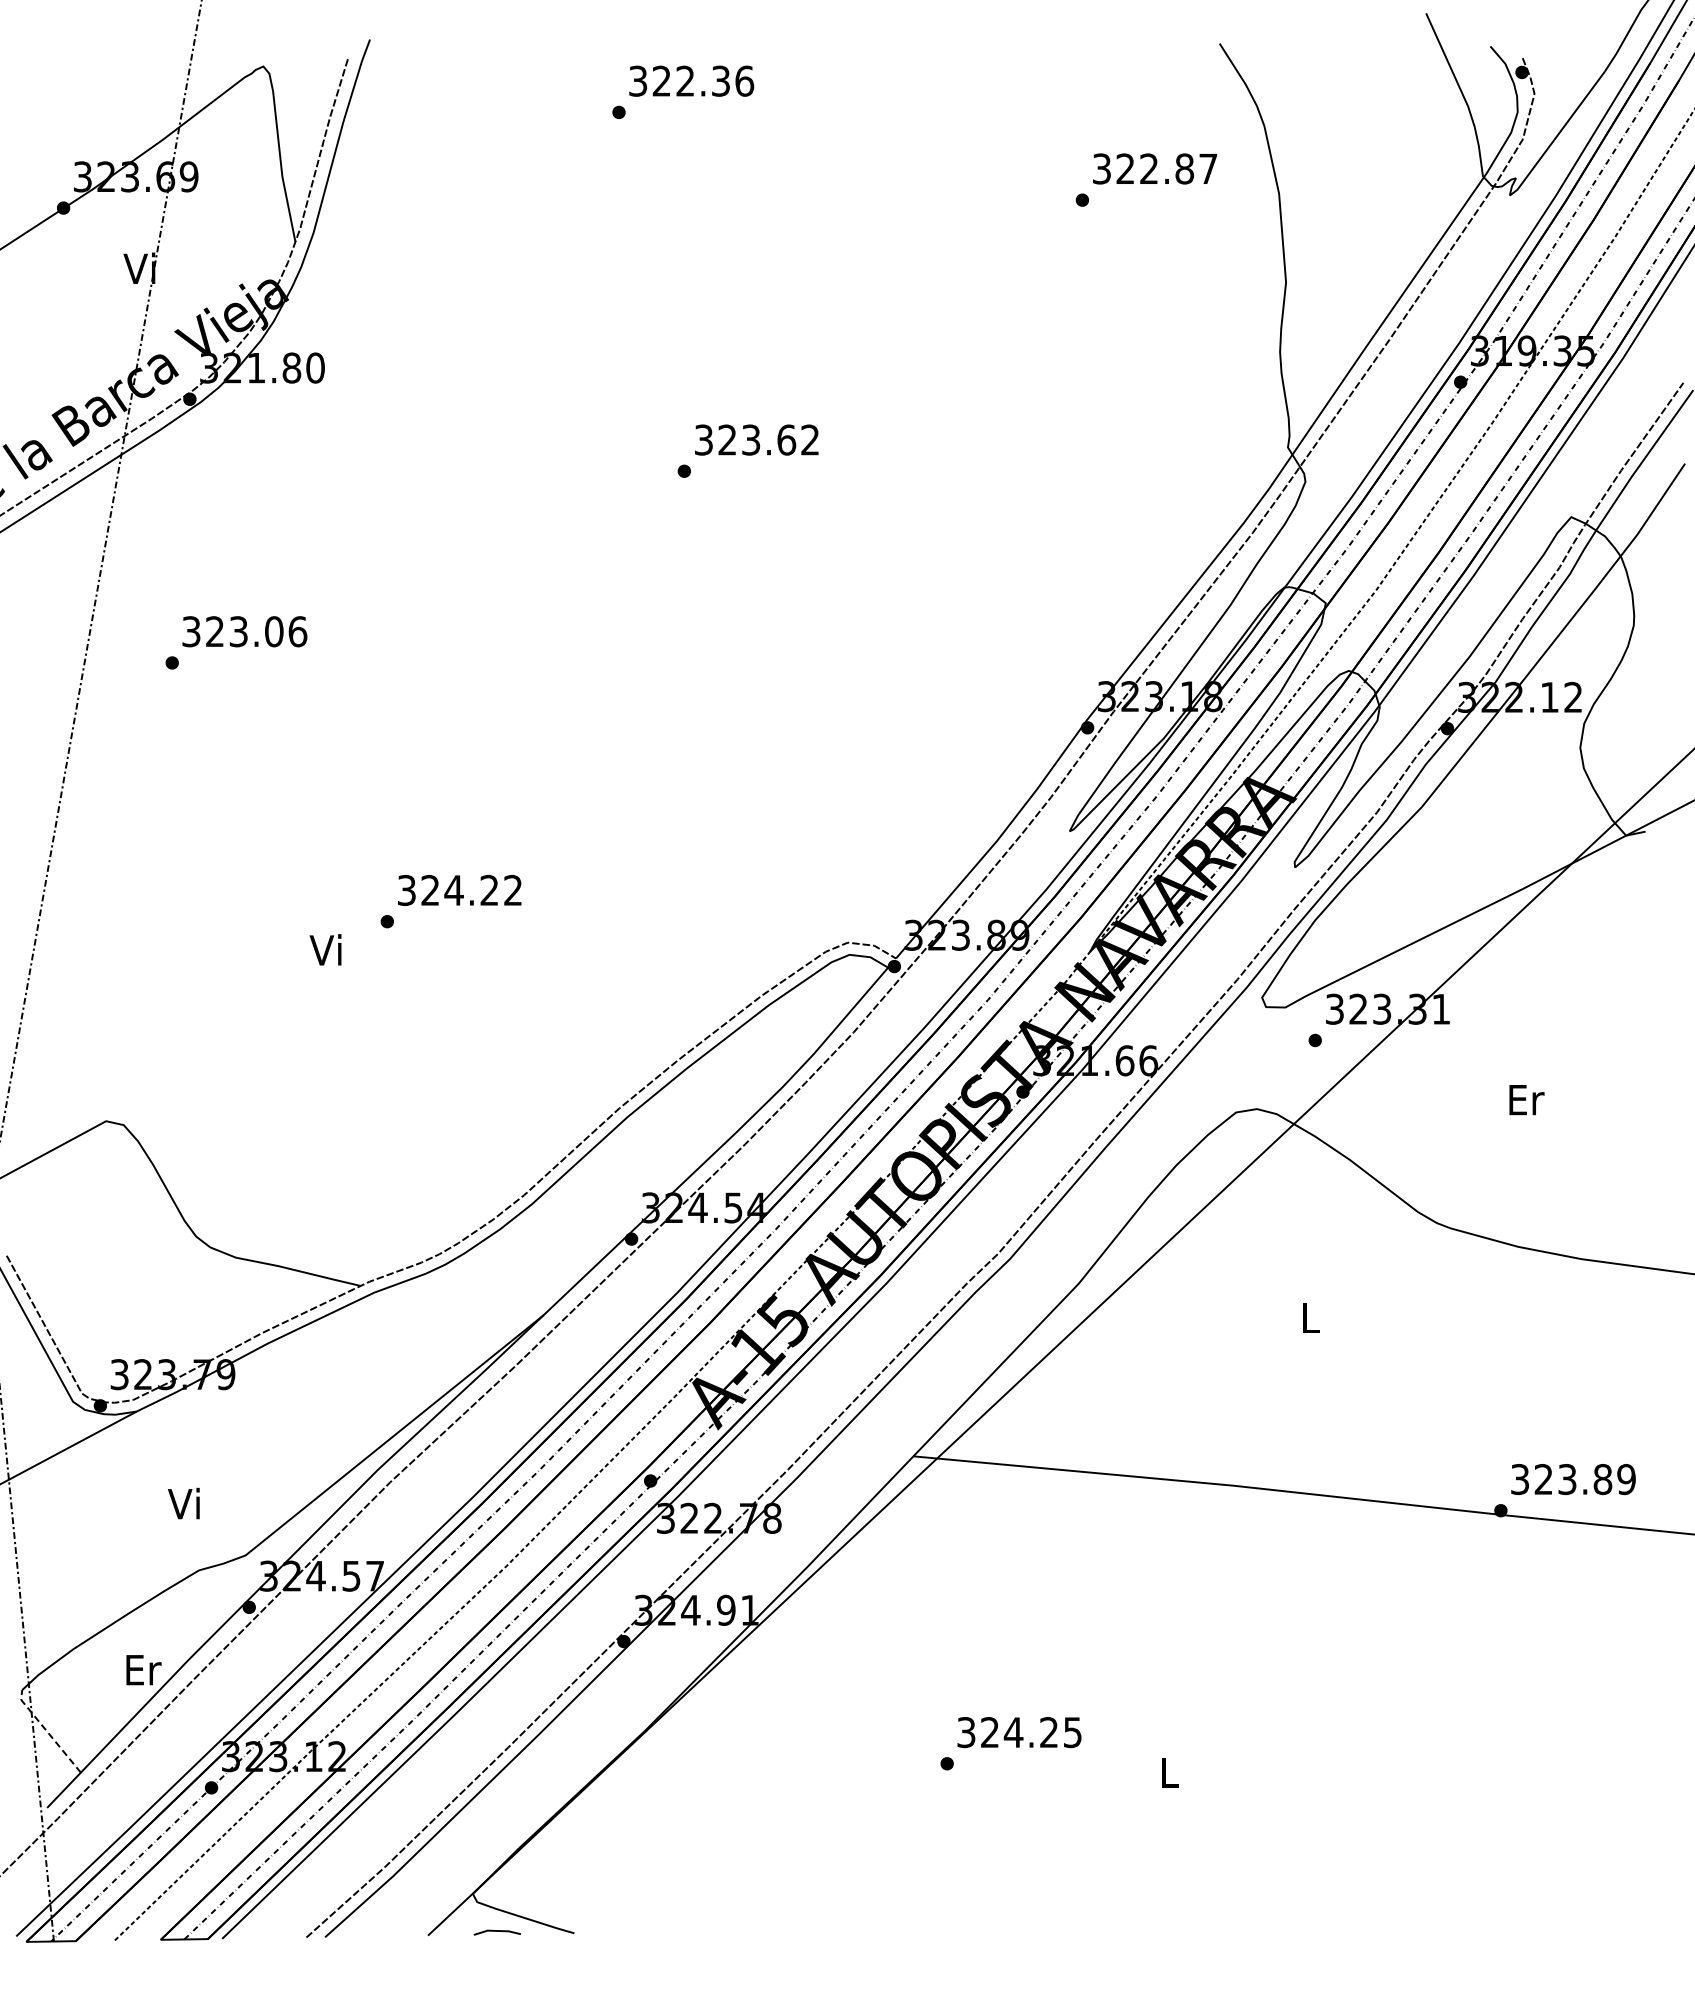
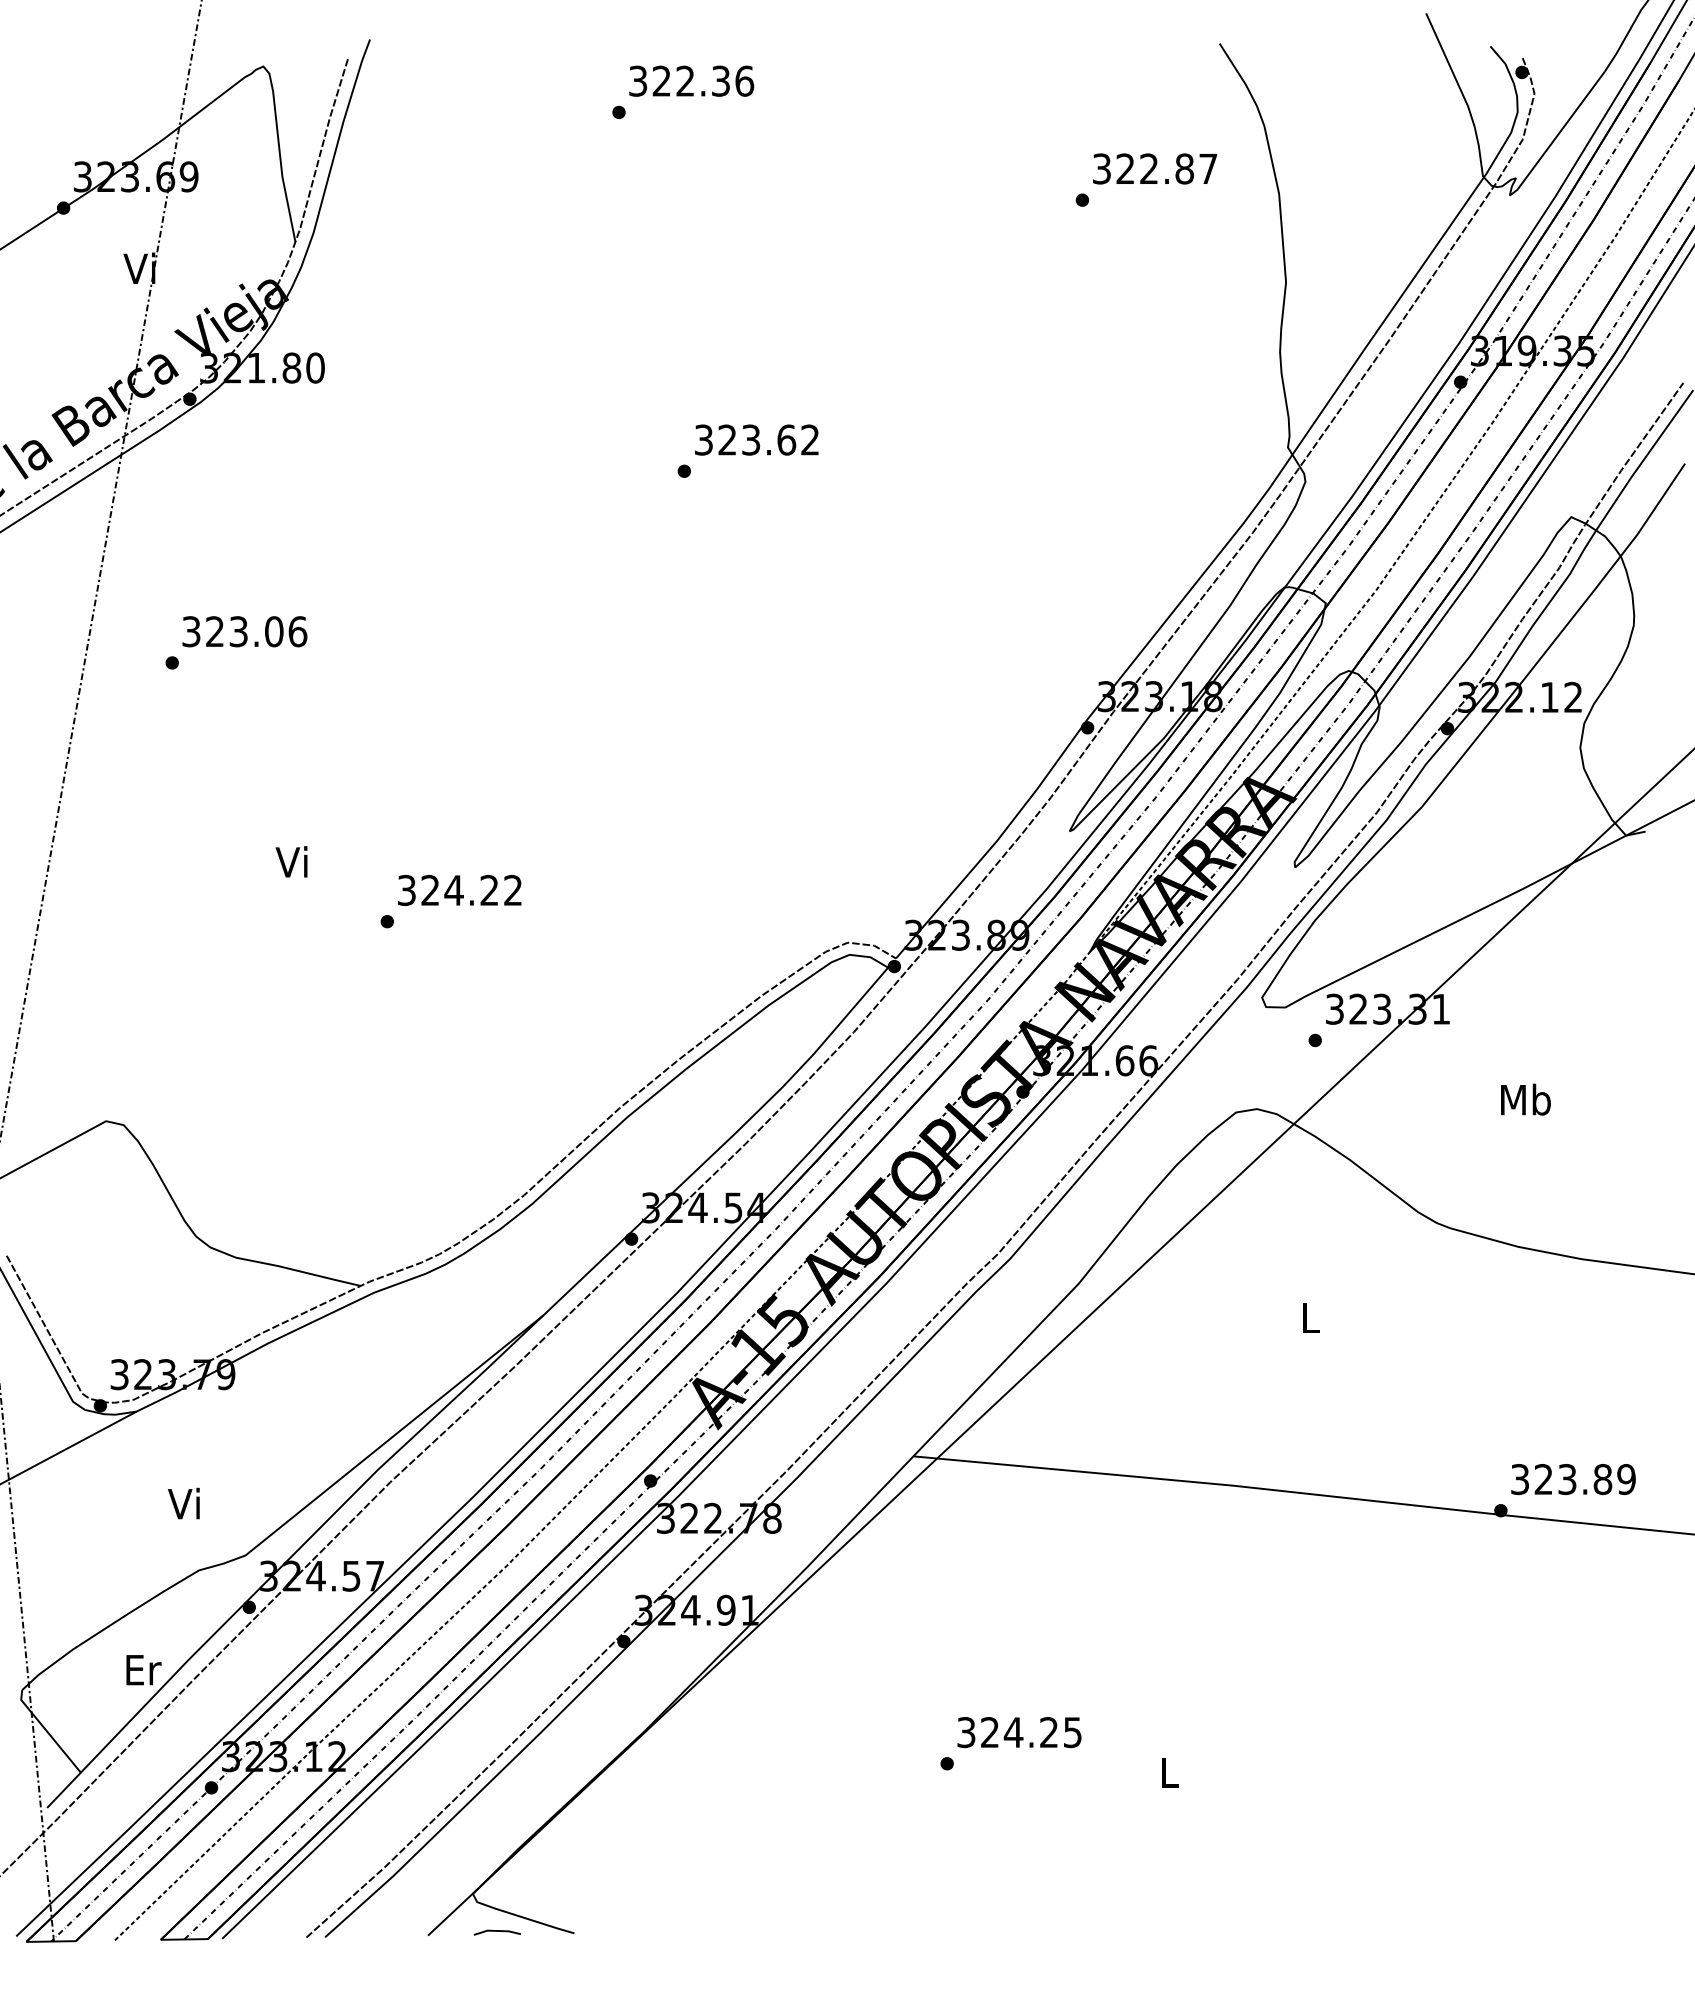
text at (325, 949) position: (325, 949) -> (291, 861)
text at (1525, 1099): Er -> Mb
line at (47, 1732): dashed -> solid
